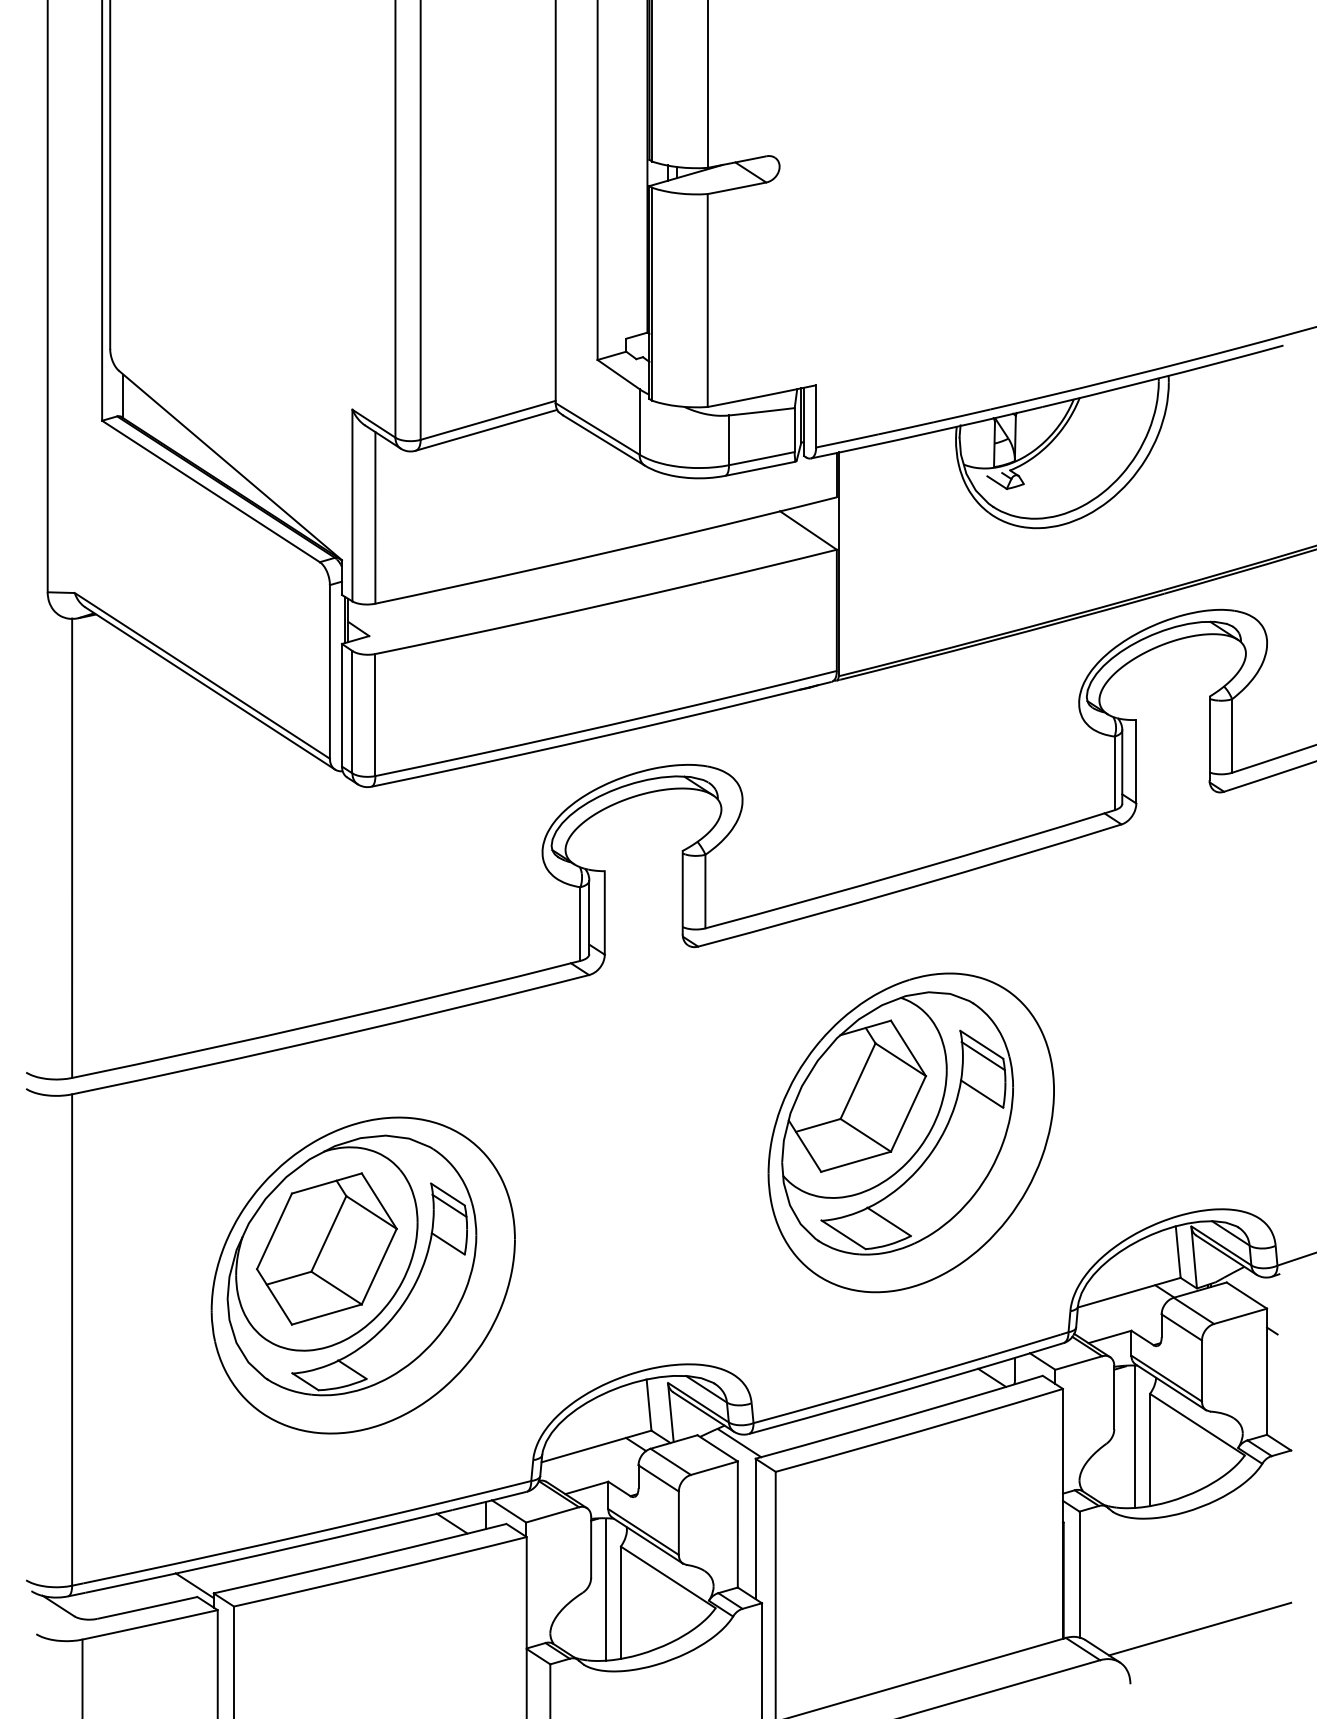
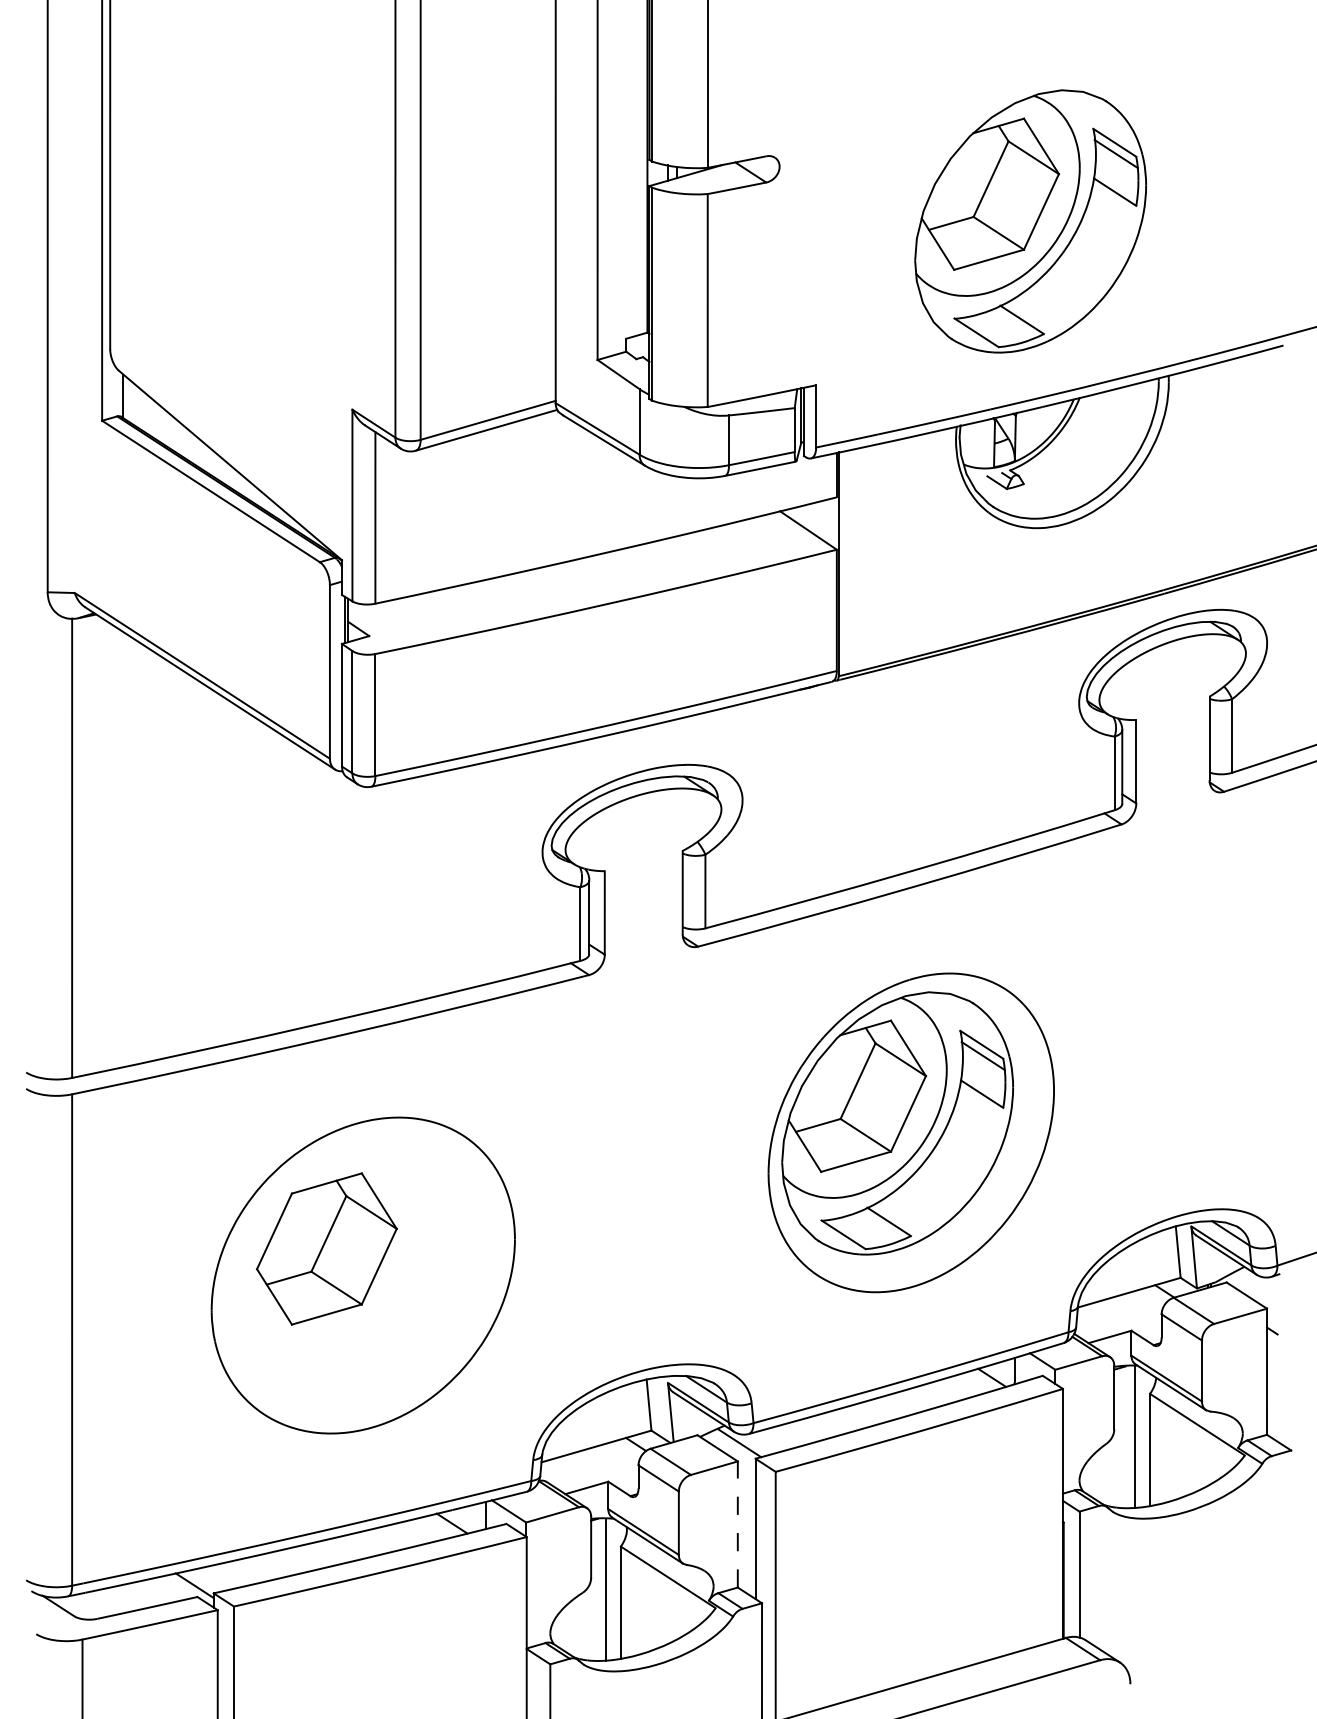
part at (1030, 221): none -> present
part at (351, 1265): present -> none
line at (737, 1524): solid -> dashed
line at (1200, 1628): present -> none
